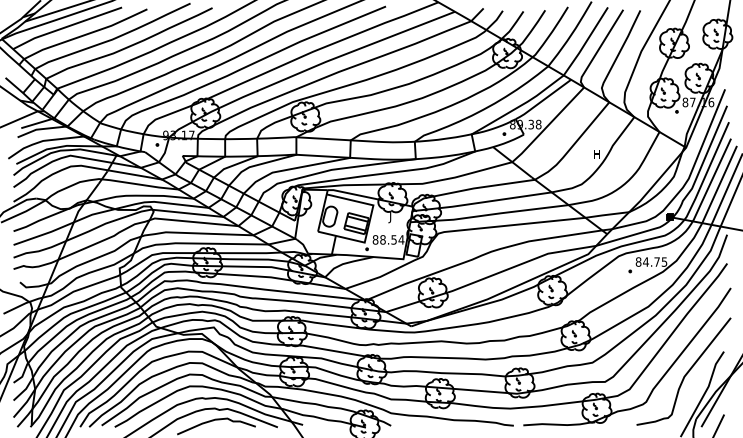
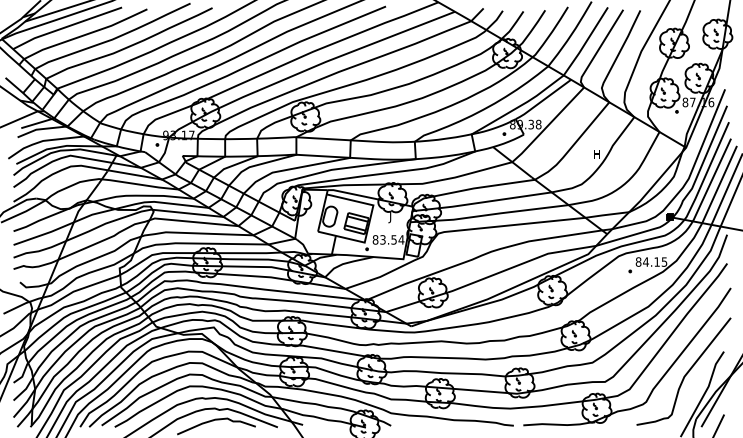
text at (382, 239): 88.54 -> 83.54
text at (656, 261): 84.75 -> 84.15
